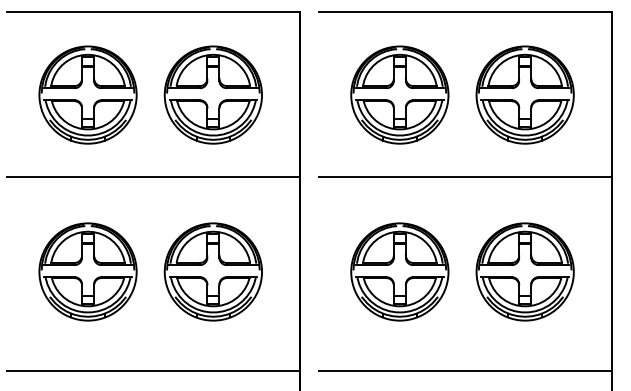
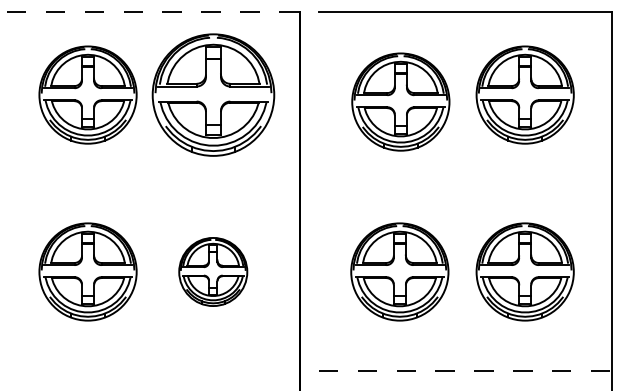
line at (153, 11): solid -> dashed
part at (212, 94) size: 100x100 px -> 125x124 px
part at (399, 94) position: (399, 94) -> (400, 101)
line at (153, 176): present -> none
line at (465, 176): present -> none
part at (212, 271) size: 100x100 px -> 71x70 px
line at (153, 371): present -> none
line at (465, 371): solid -> dashed
